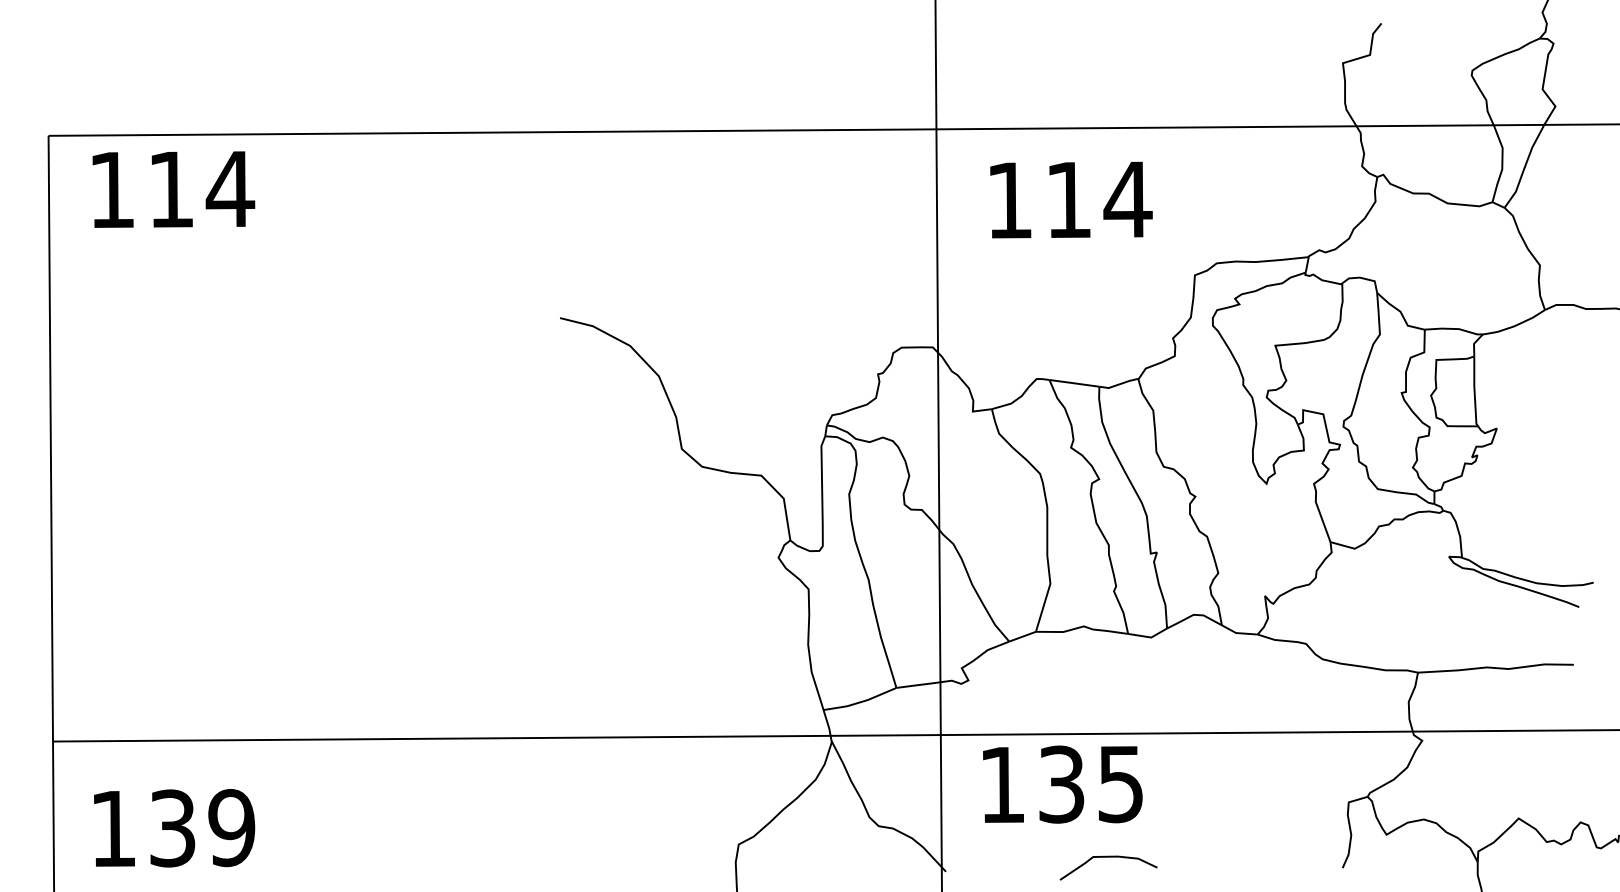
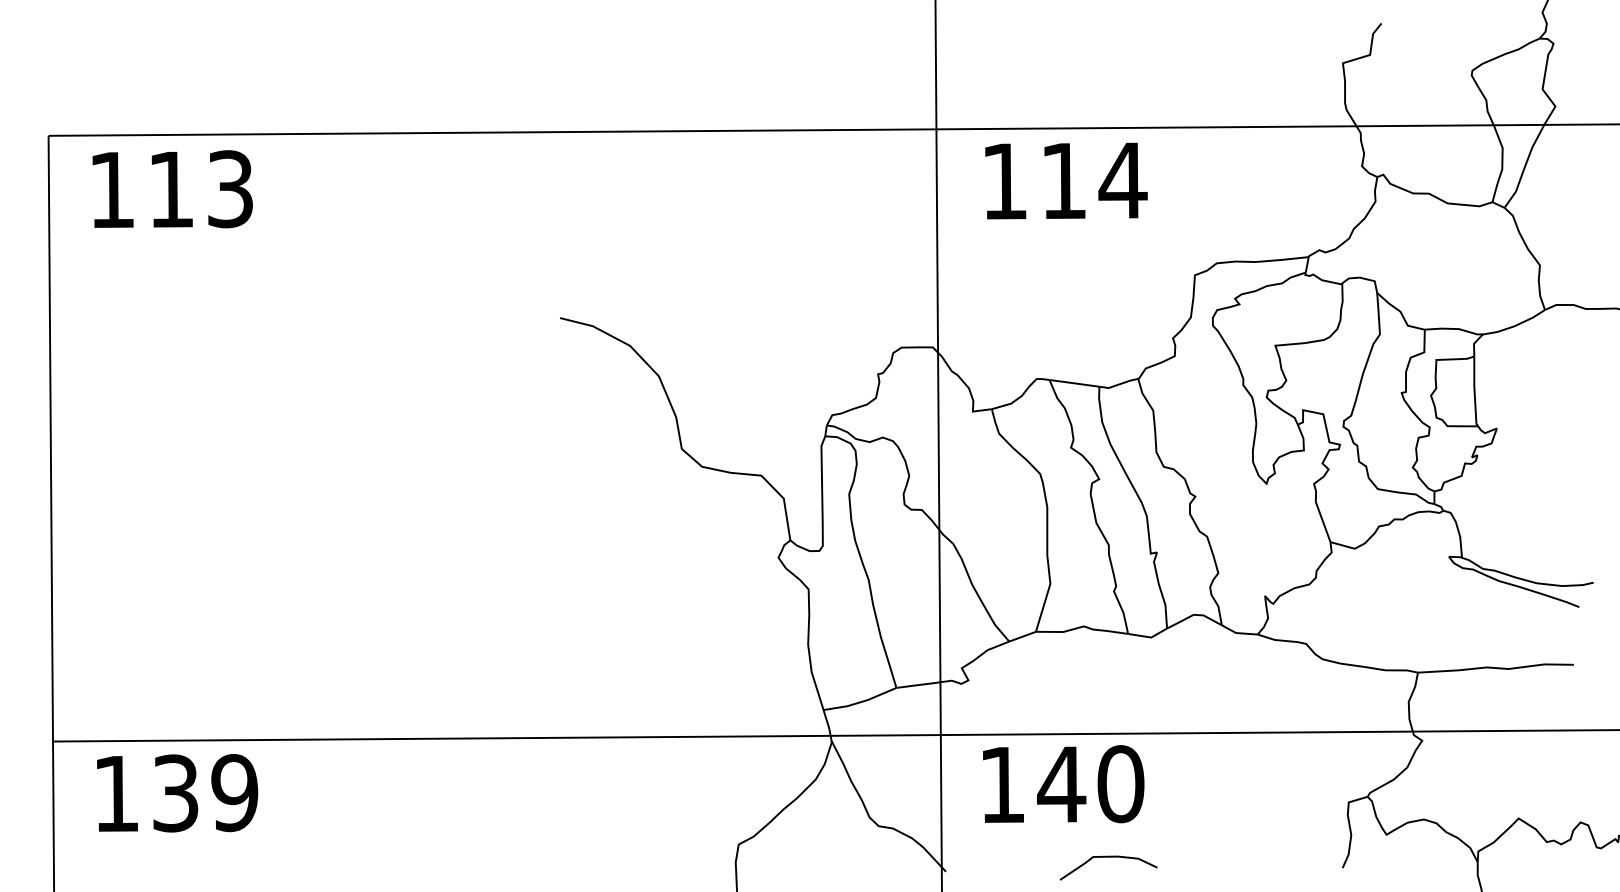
text at (230, 189): 114 -> 113
text at (1071, 199) position: (1071, 199) -> (1066, 180)
text at (1090, 784): 135 -> 140
text at (174, 828) position: (174, 828) -> (177, 793)
